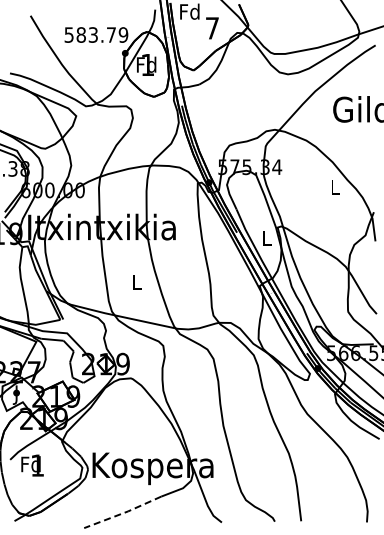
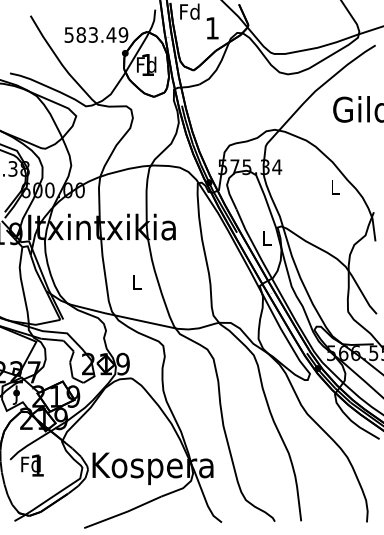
text at (212, 28): 7 -> 1
text at (111, 34): 583.79 -> 583.49
line at (123, 513): dashed -> solid
